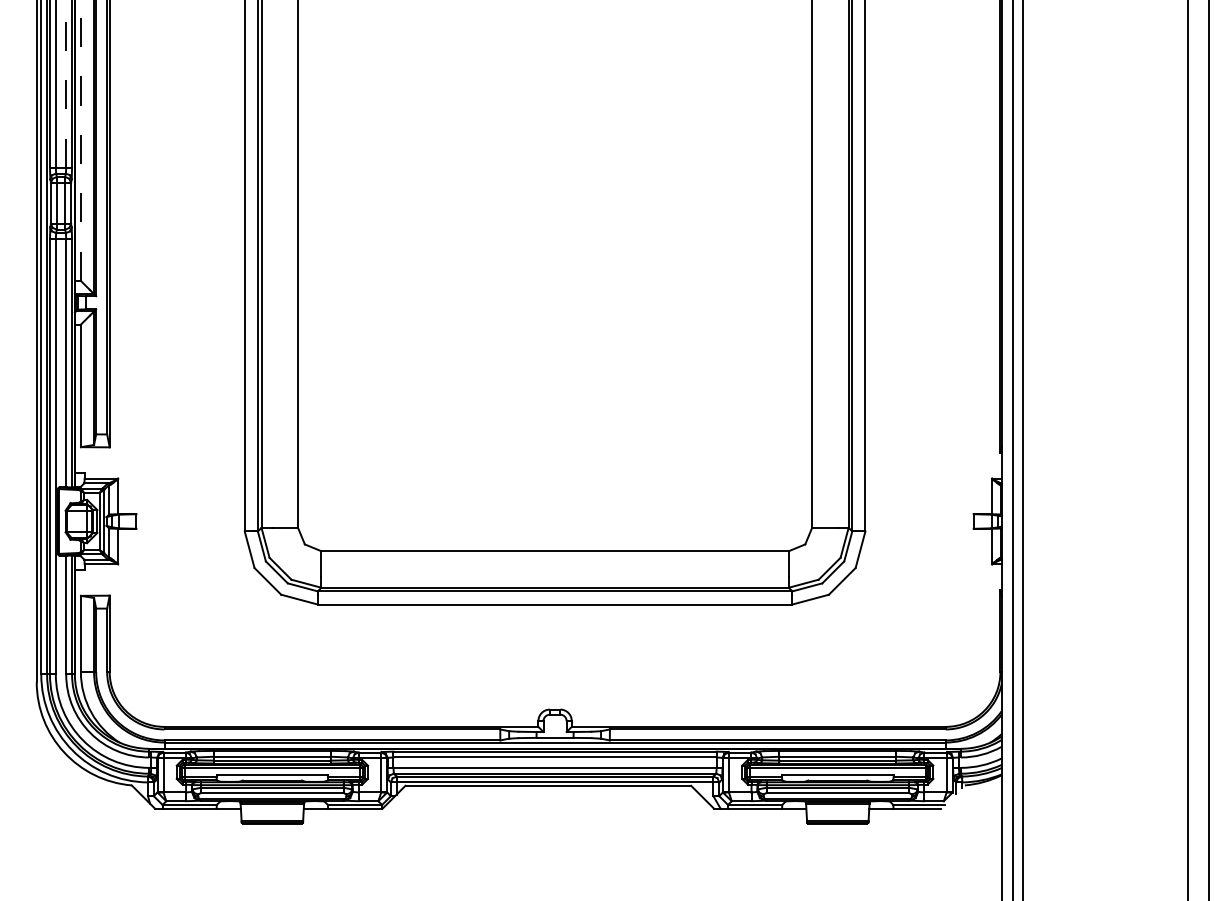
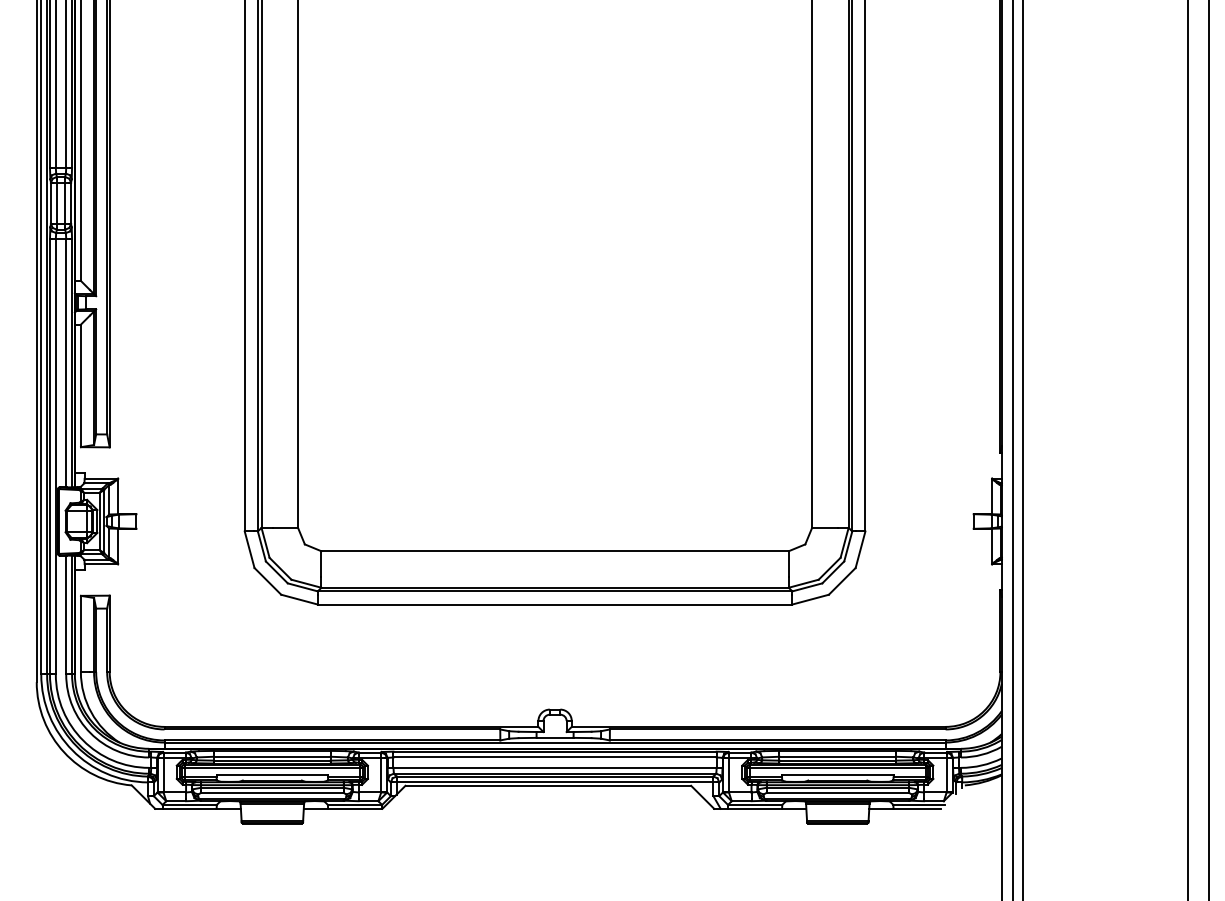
line at (66, 84): dashed -> solid
line at (80, 140): dashed -> solid
